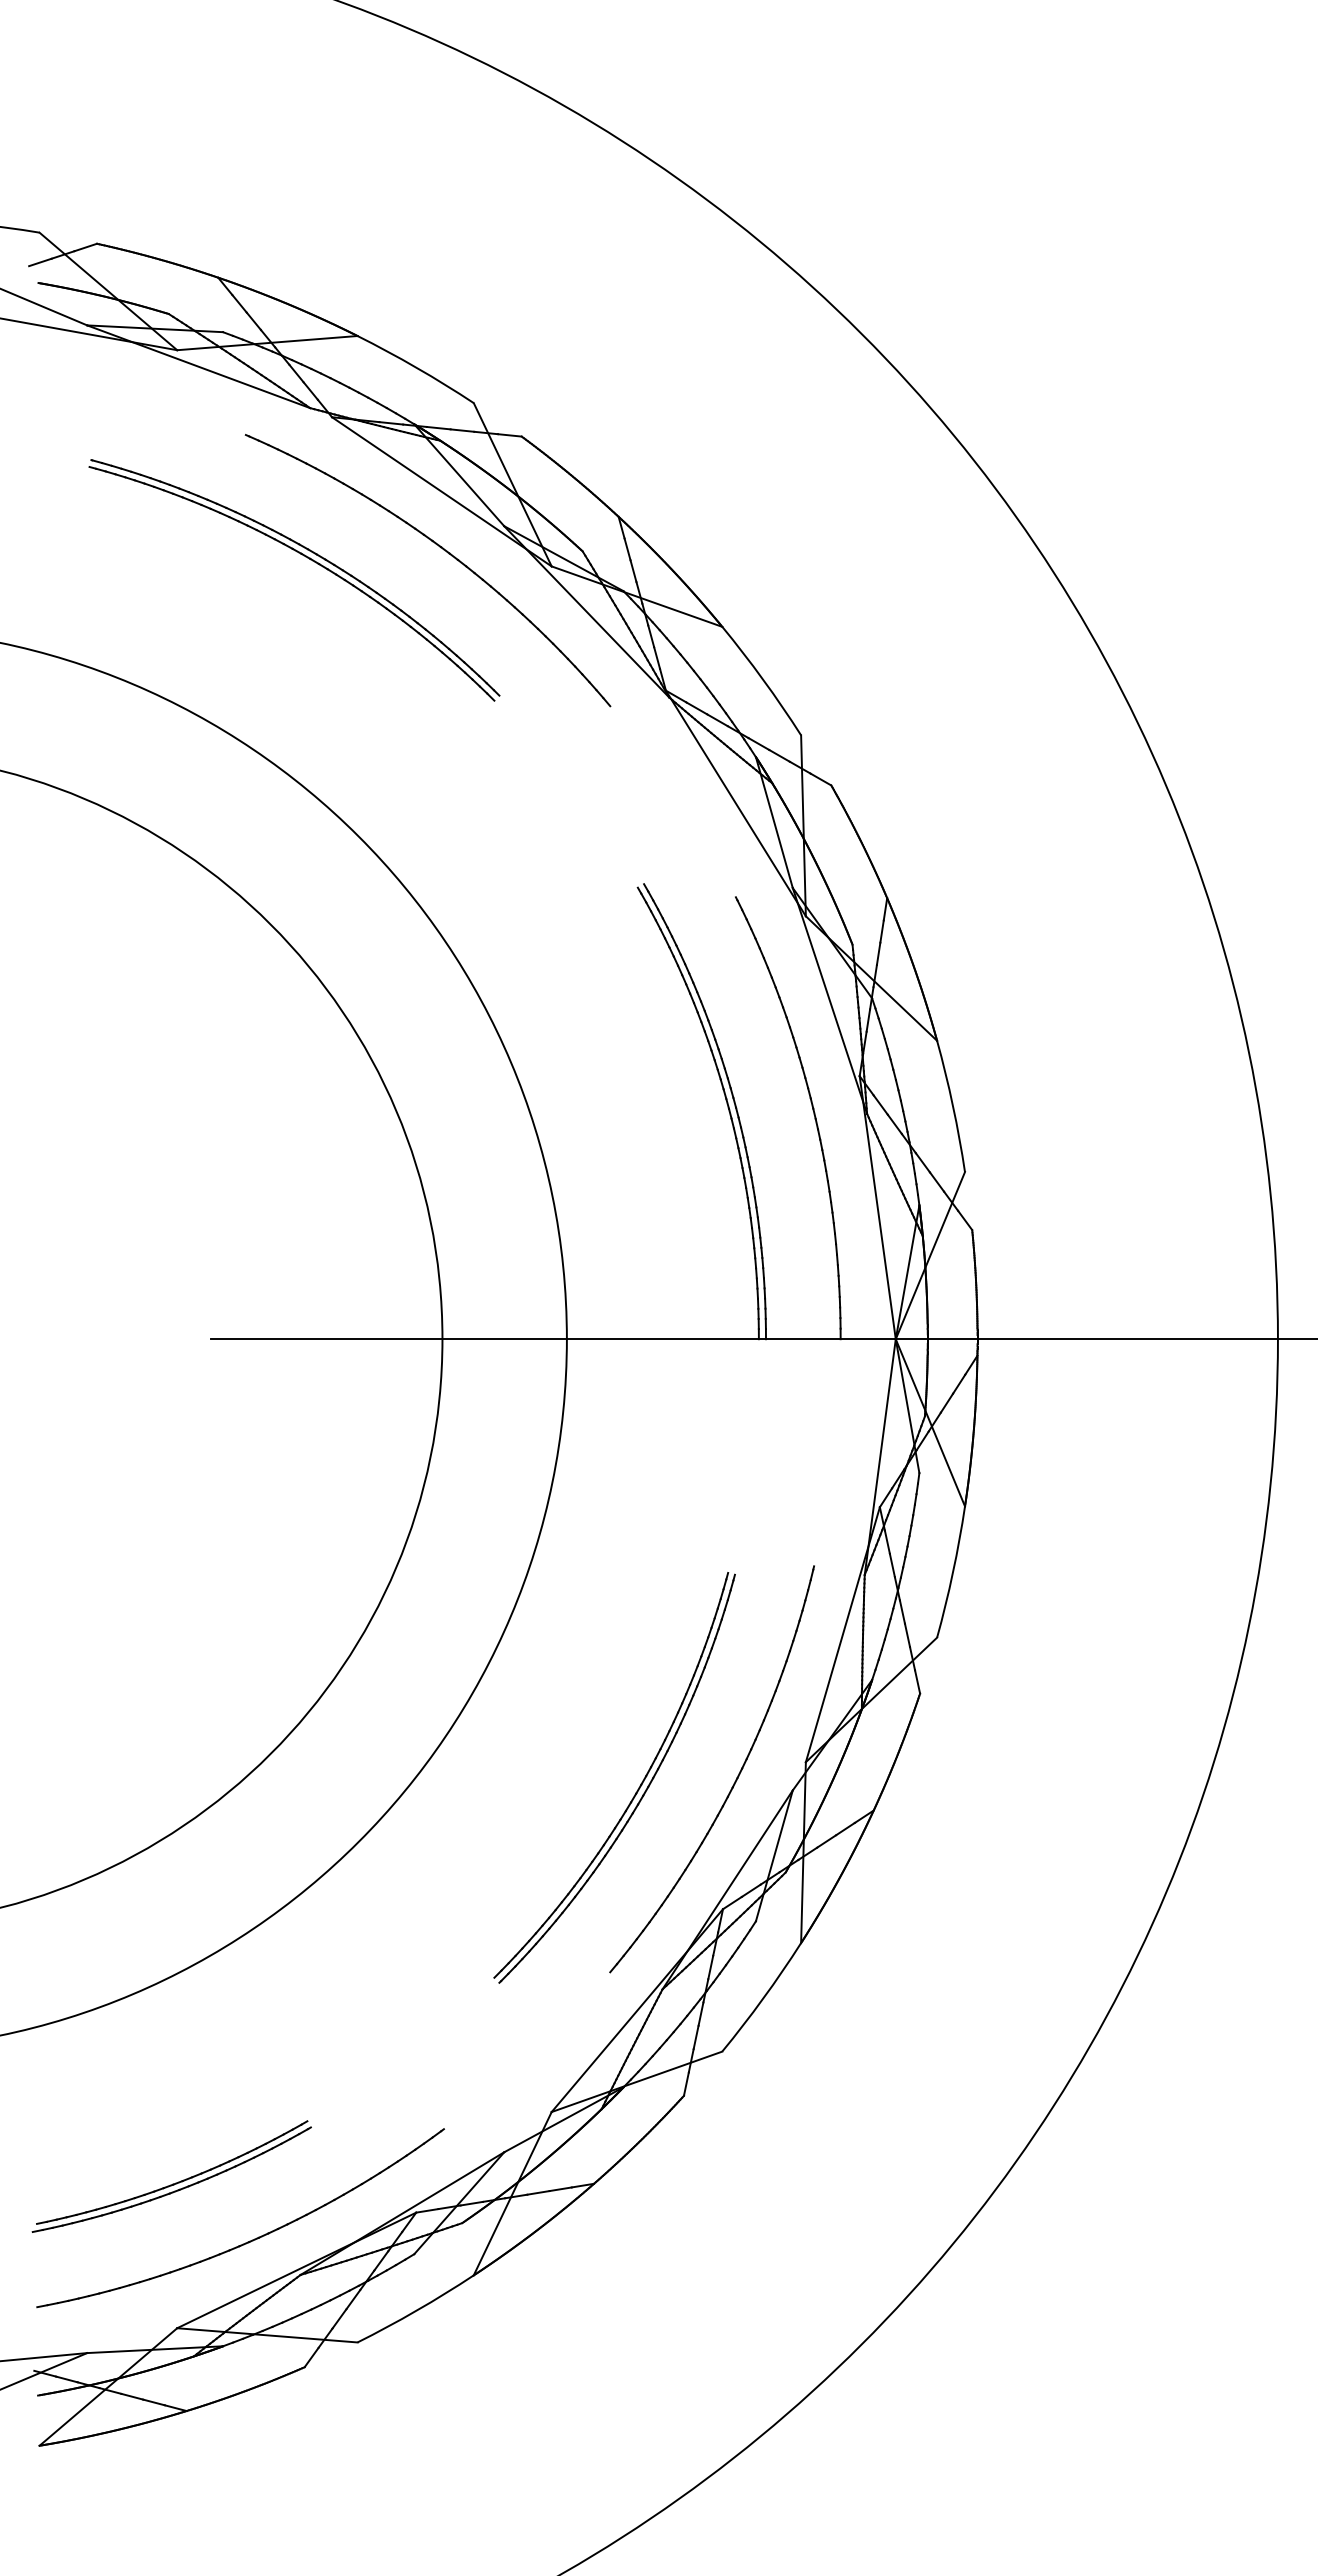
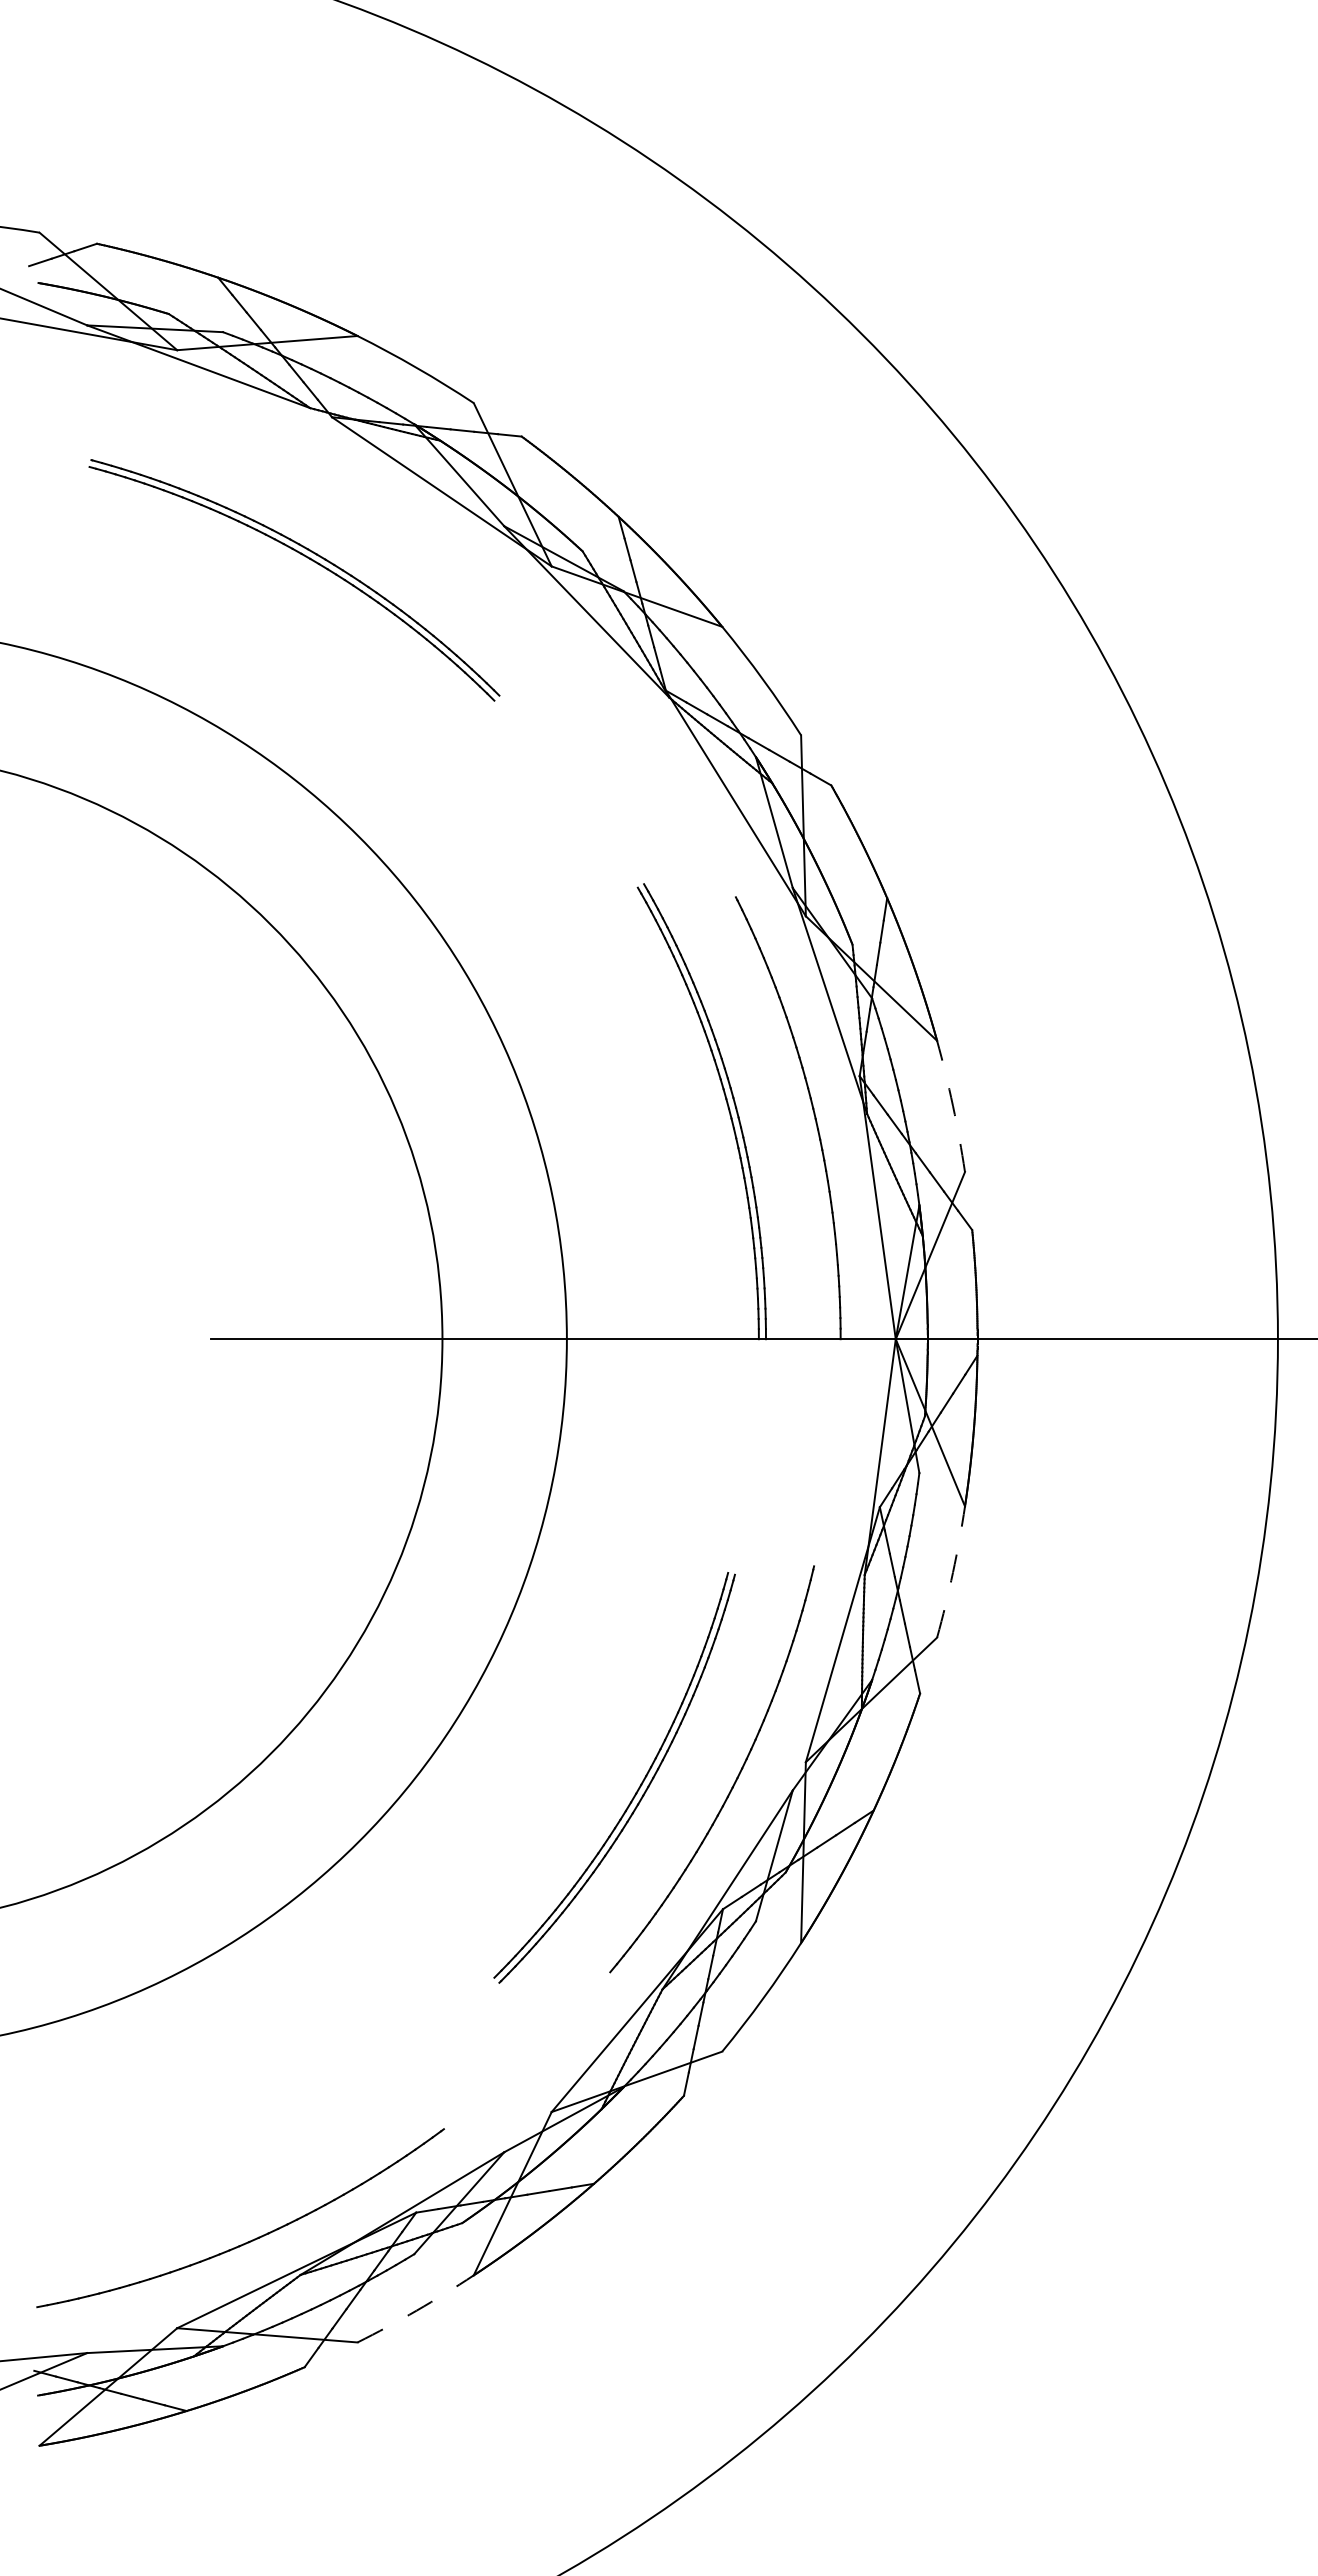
part at (440, 548): present -> none
arc at (953, 1106): solid -> dashed
arc at (953, 1572): solid -> dashed
part at (172, 2183): present -> none
arc at (416, 2310): solid -> dashed
